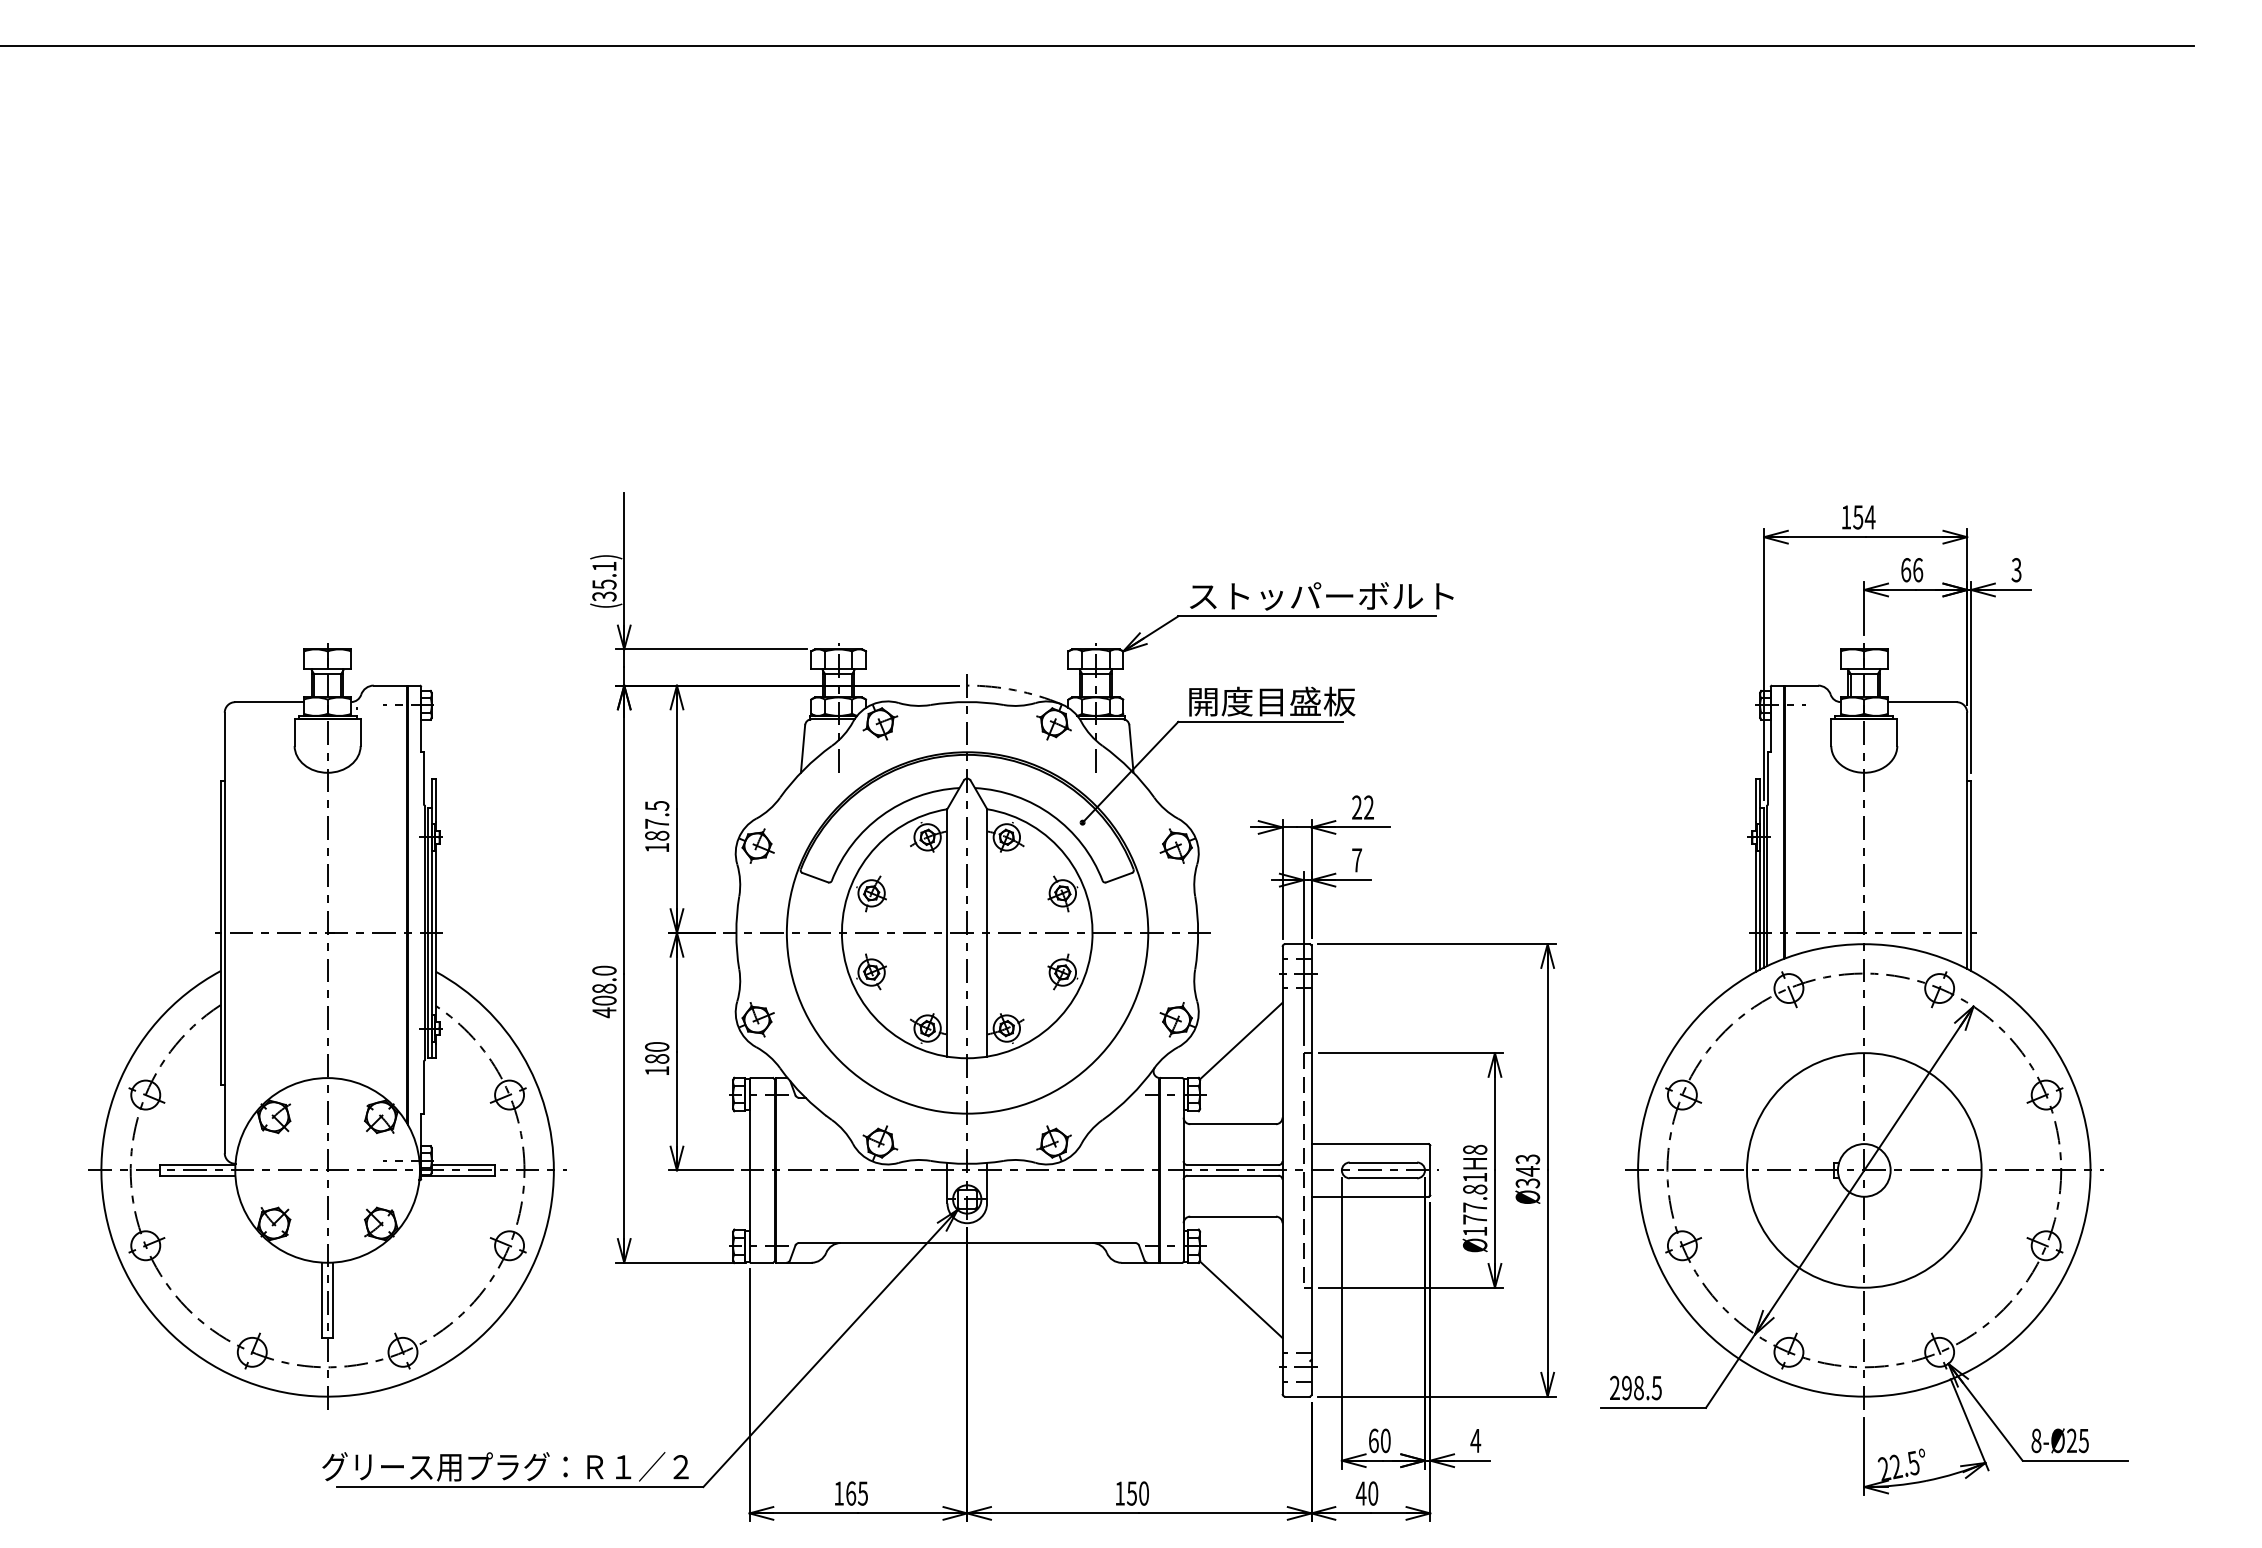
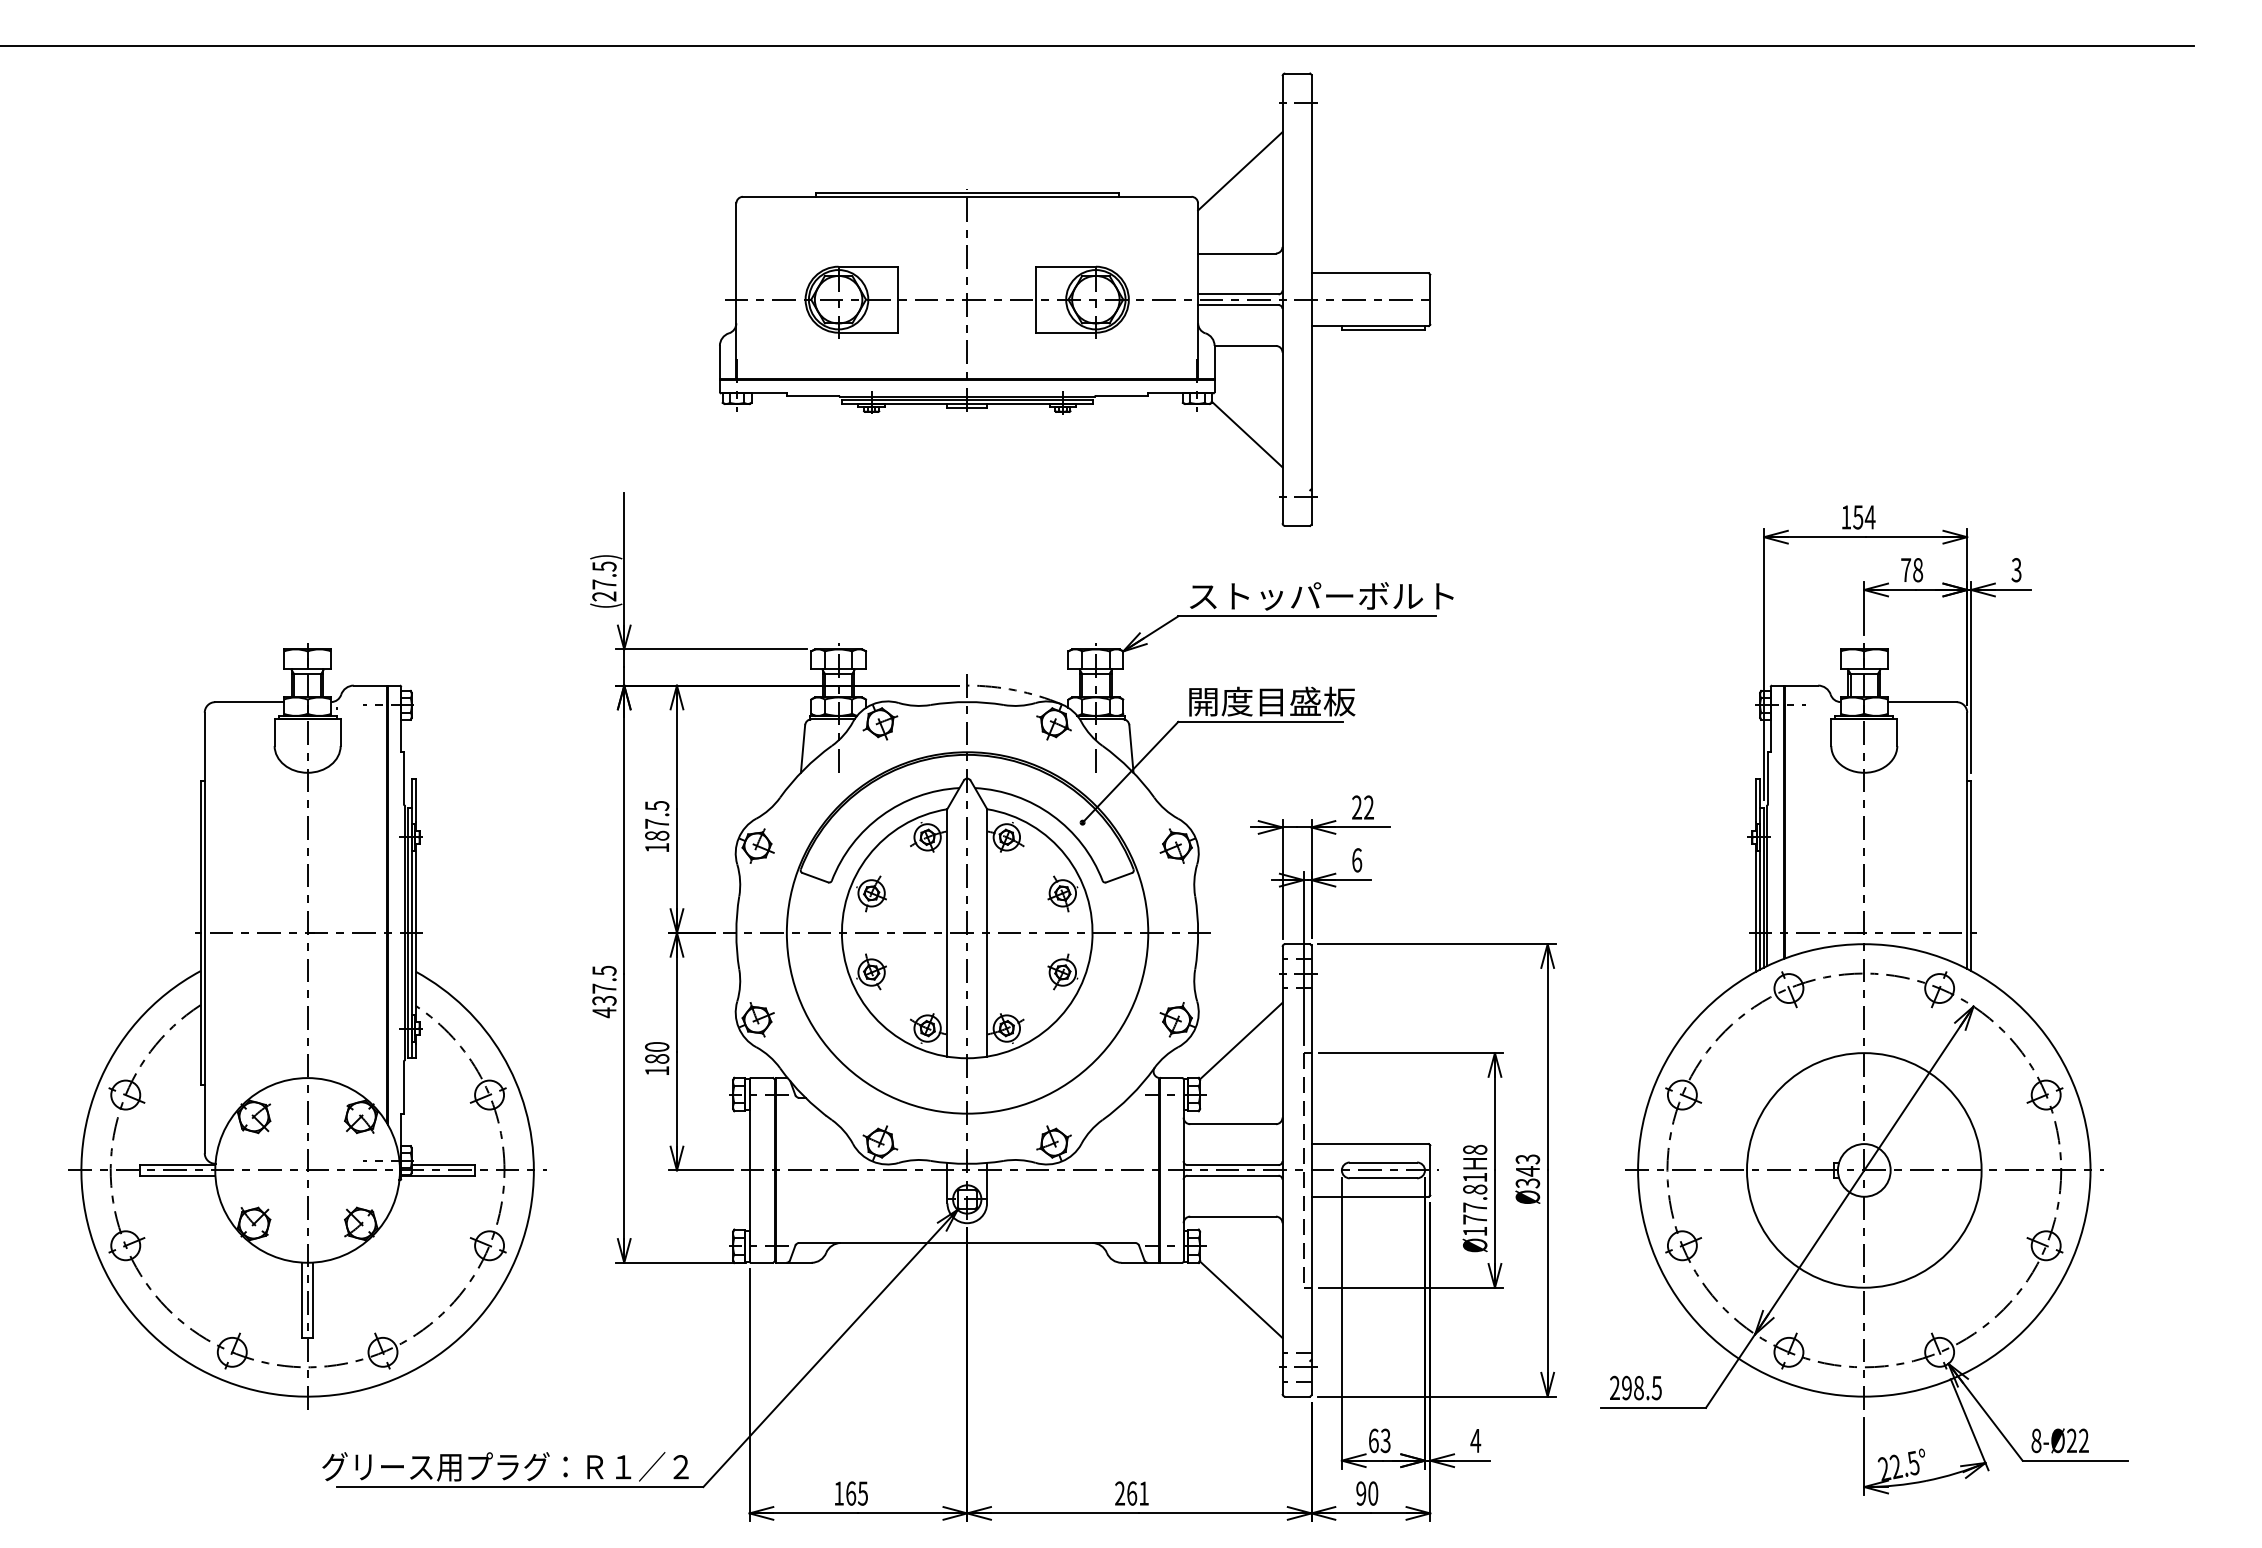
part at (1075, 299): none -> present
text at (1912, 570): 66 -> 78
text at (604, 581): (35.1) -> (27.5)
text at (1357, 860): 7 -> 6
text at (604, 985): 408.0 -> 437.5
part at (327, 1026) position: (327, 1026) -> (307, 1026)
text at (1385, 1440): 60 -> 63
text at (2083, 1440): 8-Ø25 -> 8-Ø22
text at (1131, 1493): 150 -> 261
text at (1360, 1493): 40 -> 90
